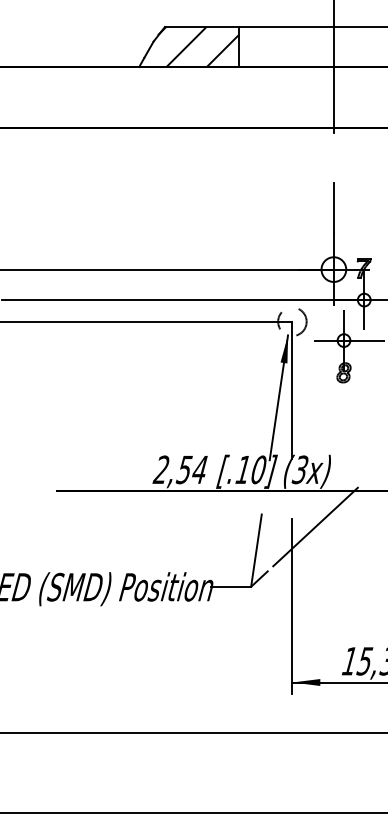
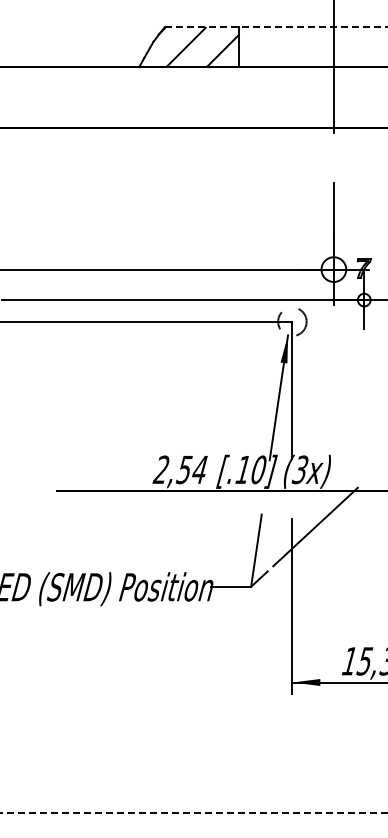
line at (276, 27): solid -> dashed
part at (349, 346): present -> none
line at (193, 733): present -> none
line at (194, 812): solid -> dashed
